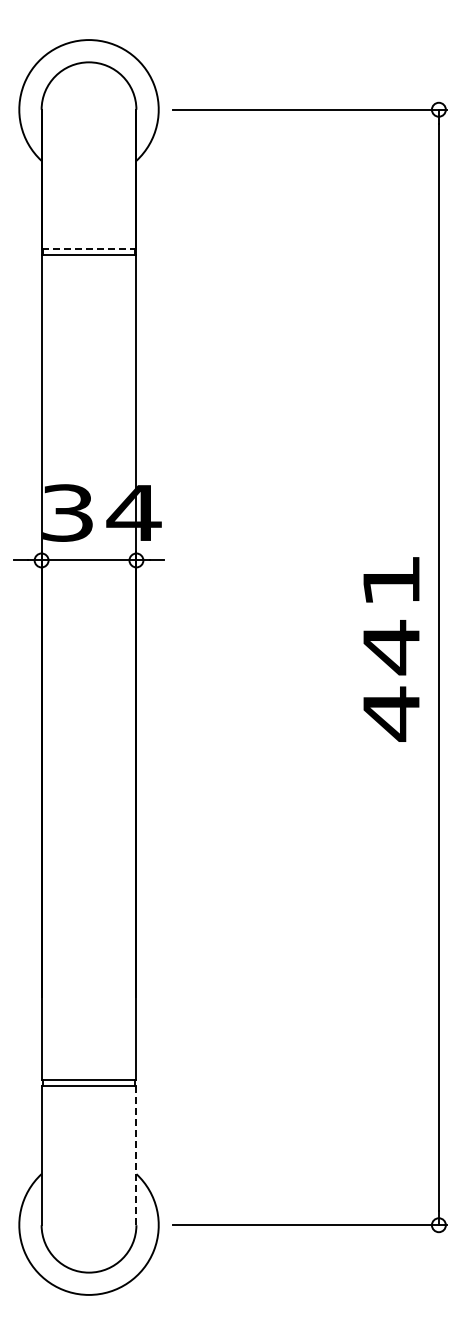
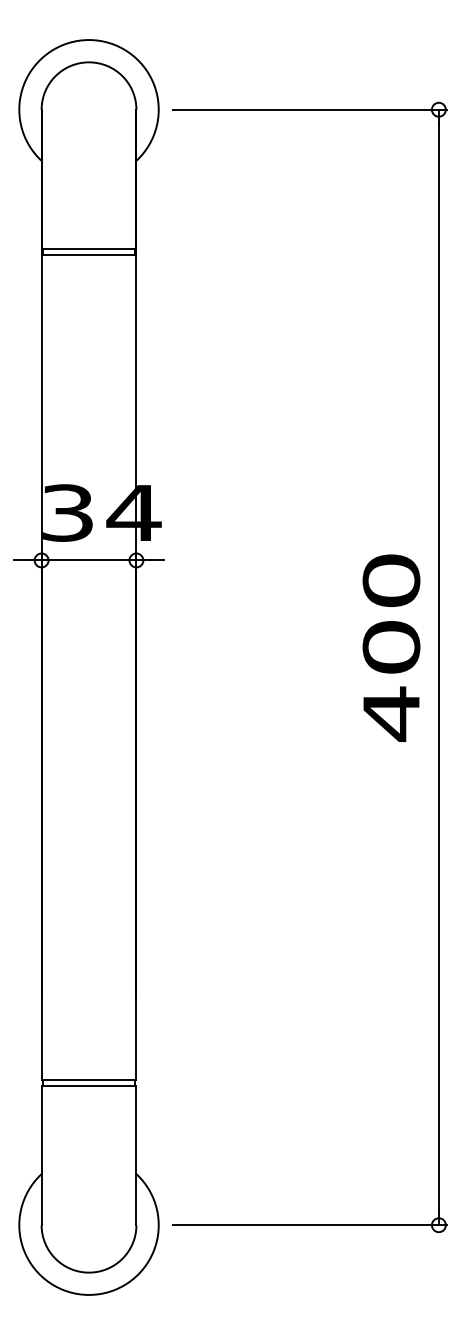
line at (89, 249): dashed -> solid
text at (391, 614): 441 -> 400
line at (136, 1155): dashed -> solid
